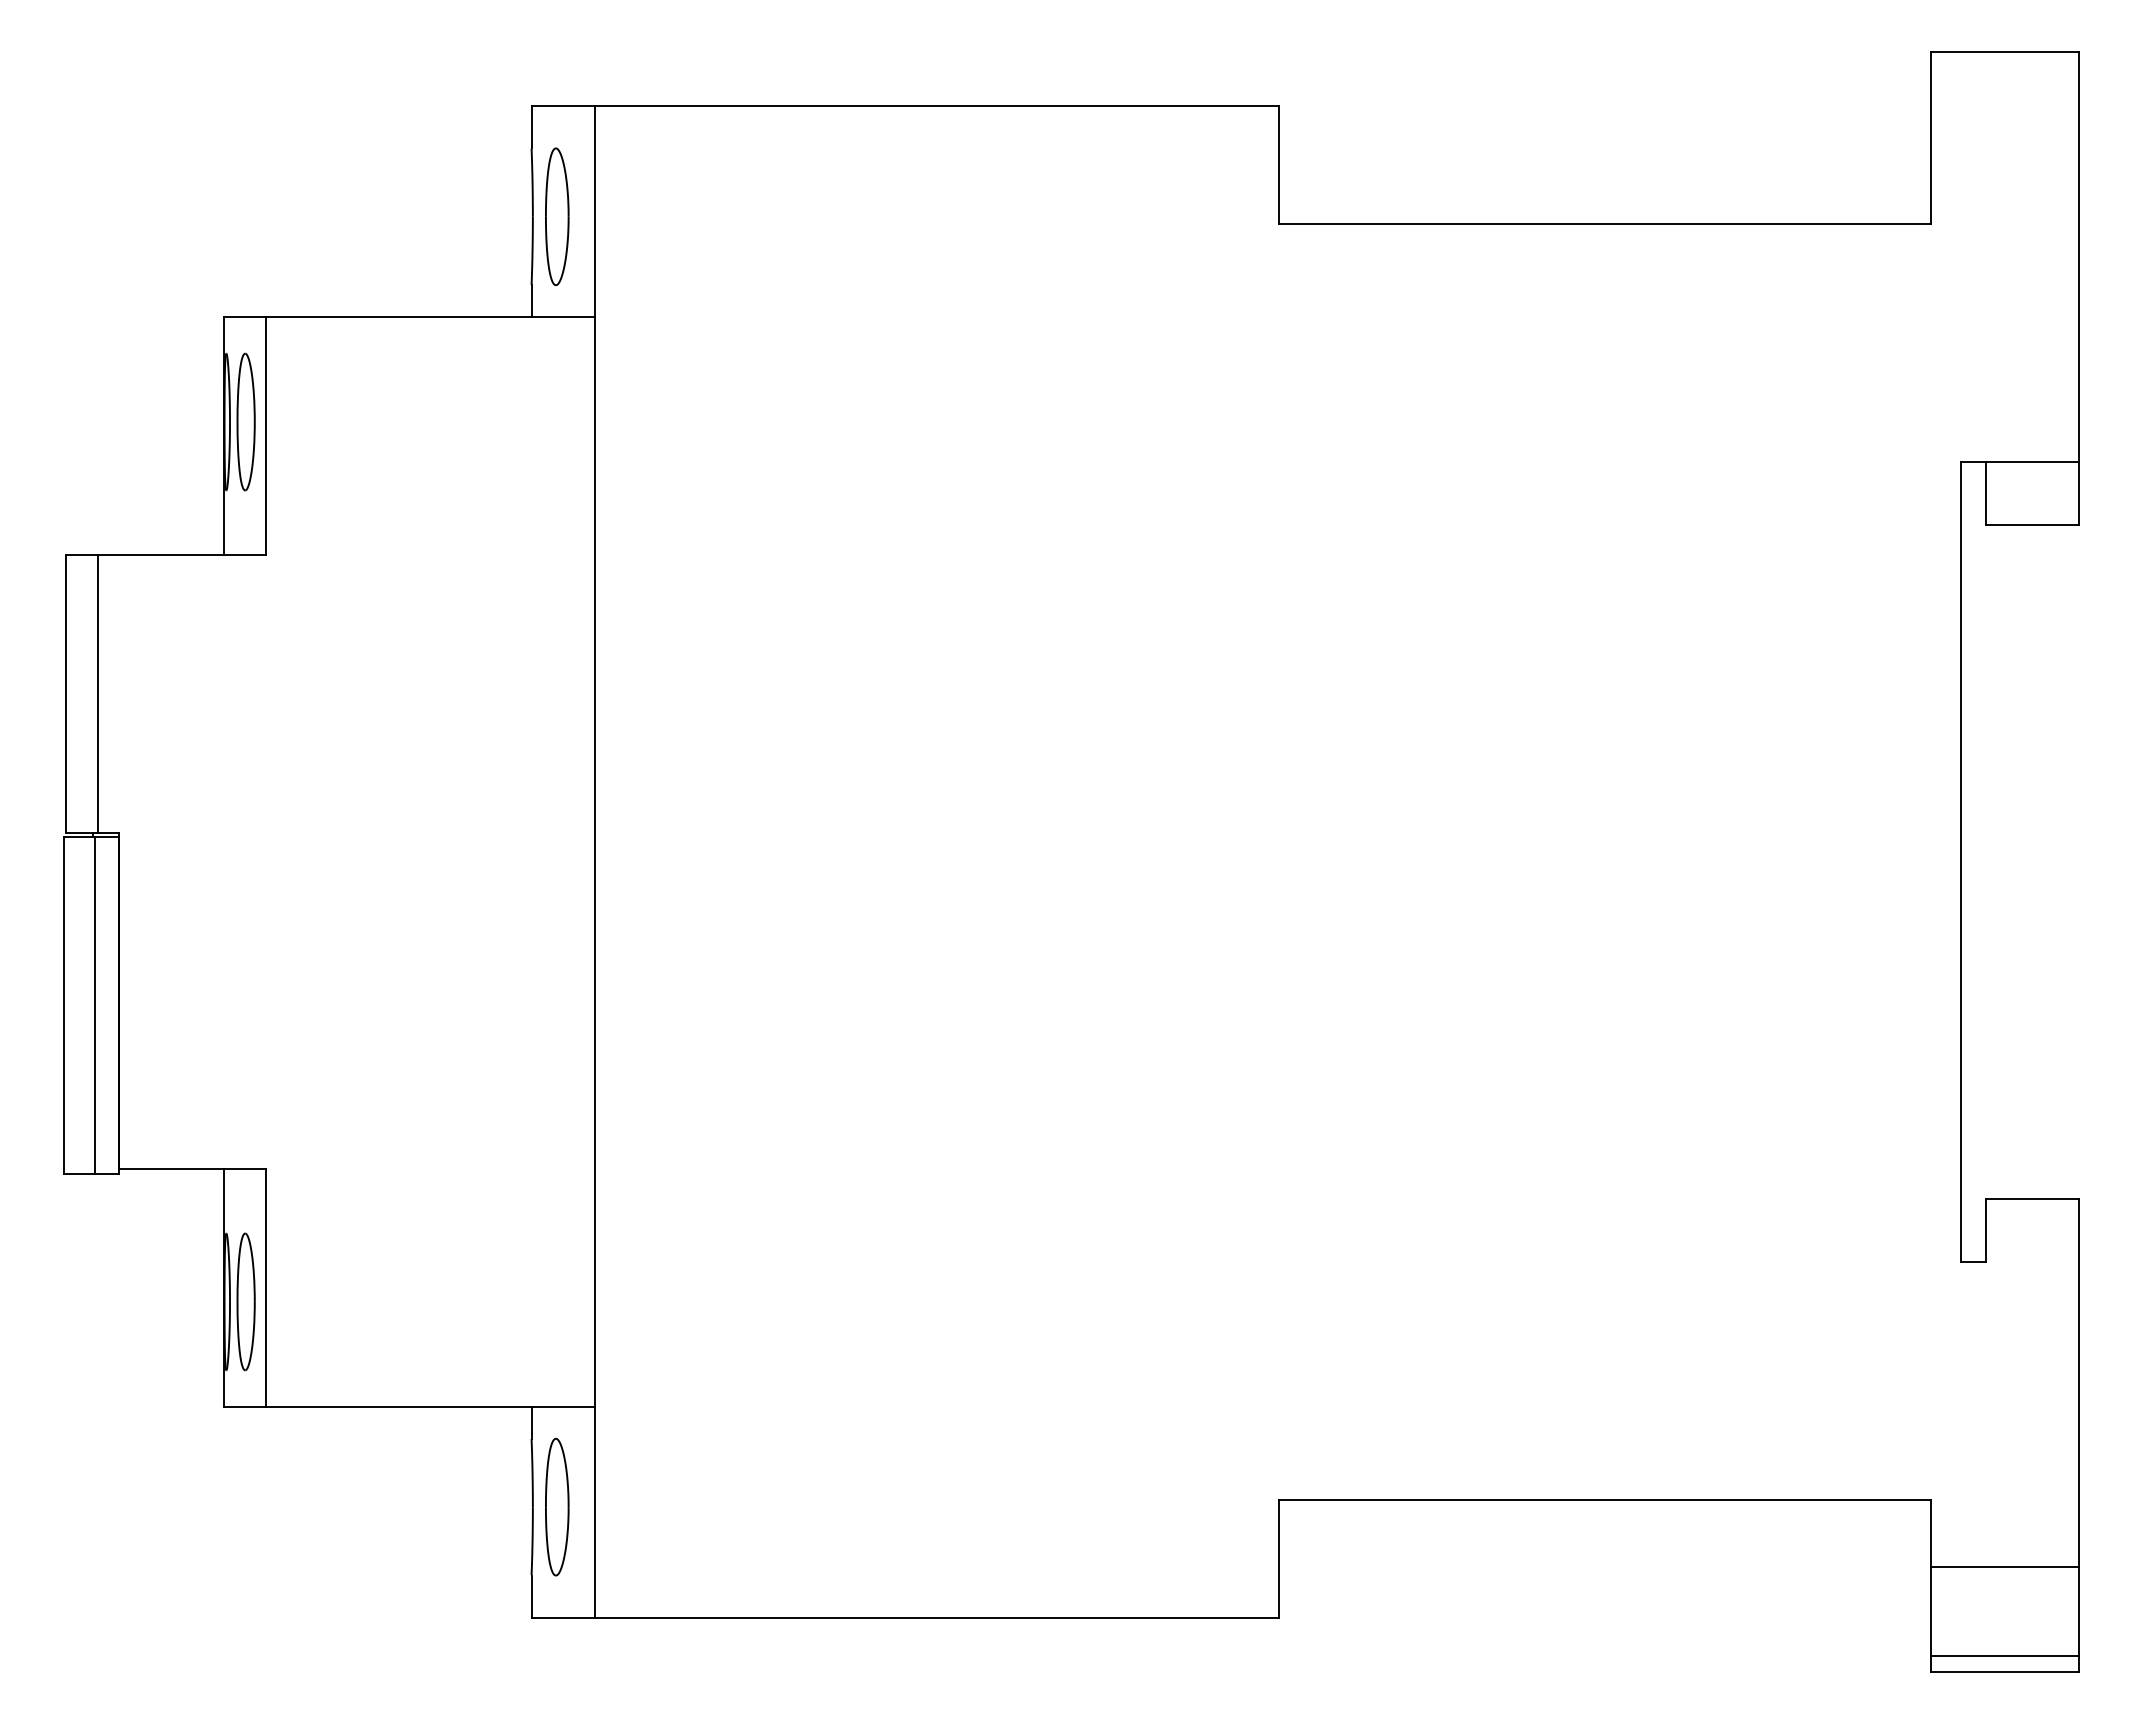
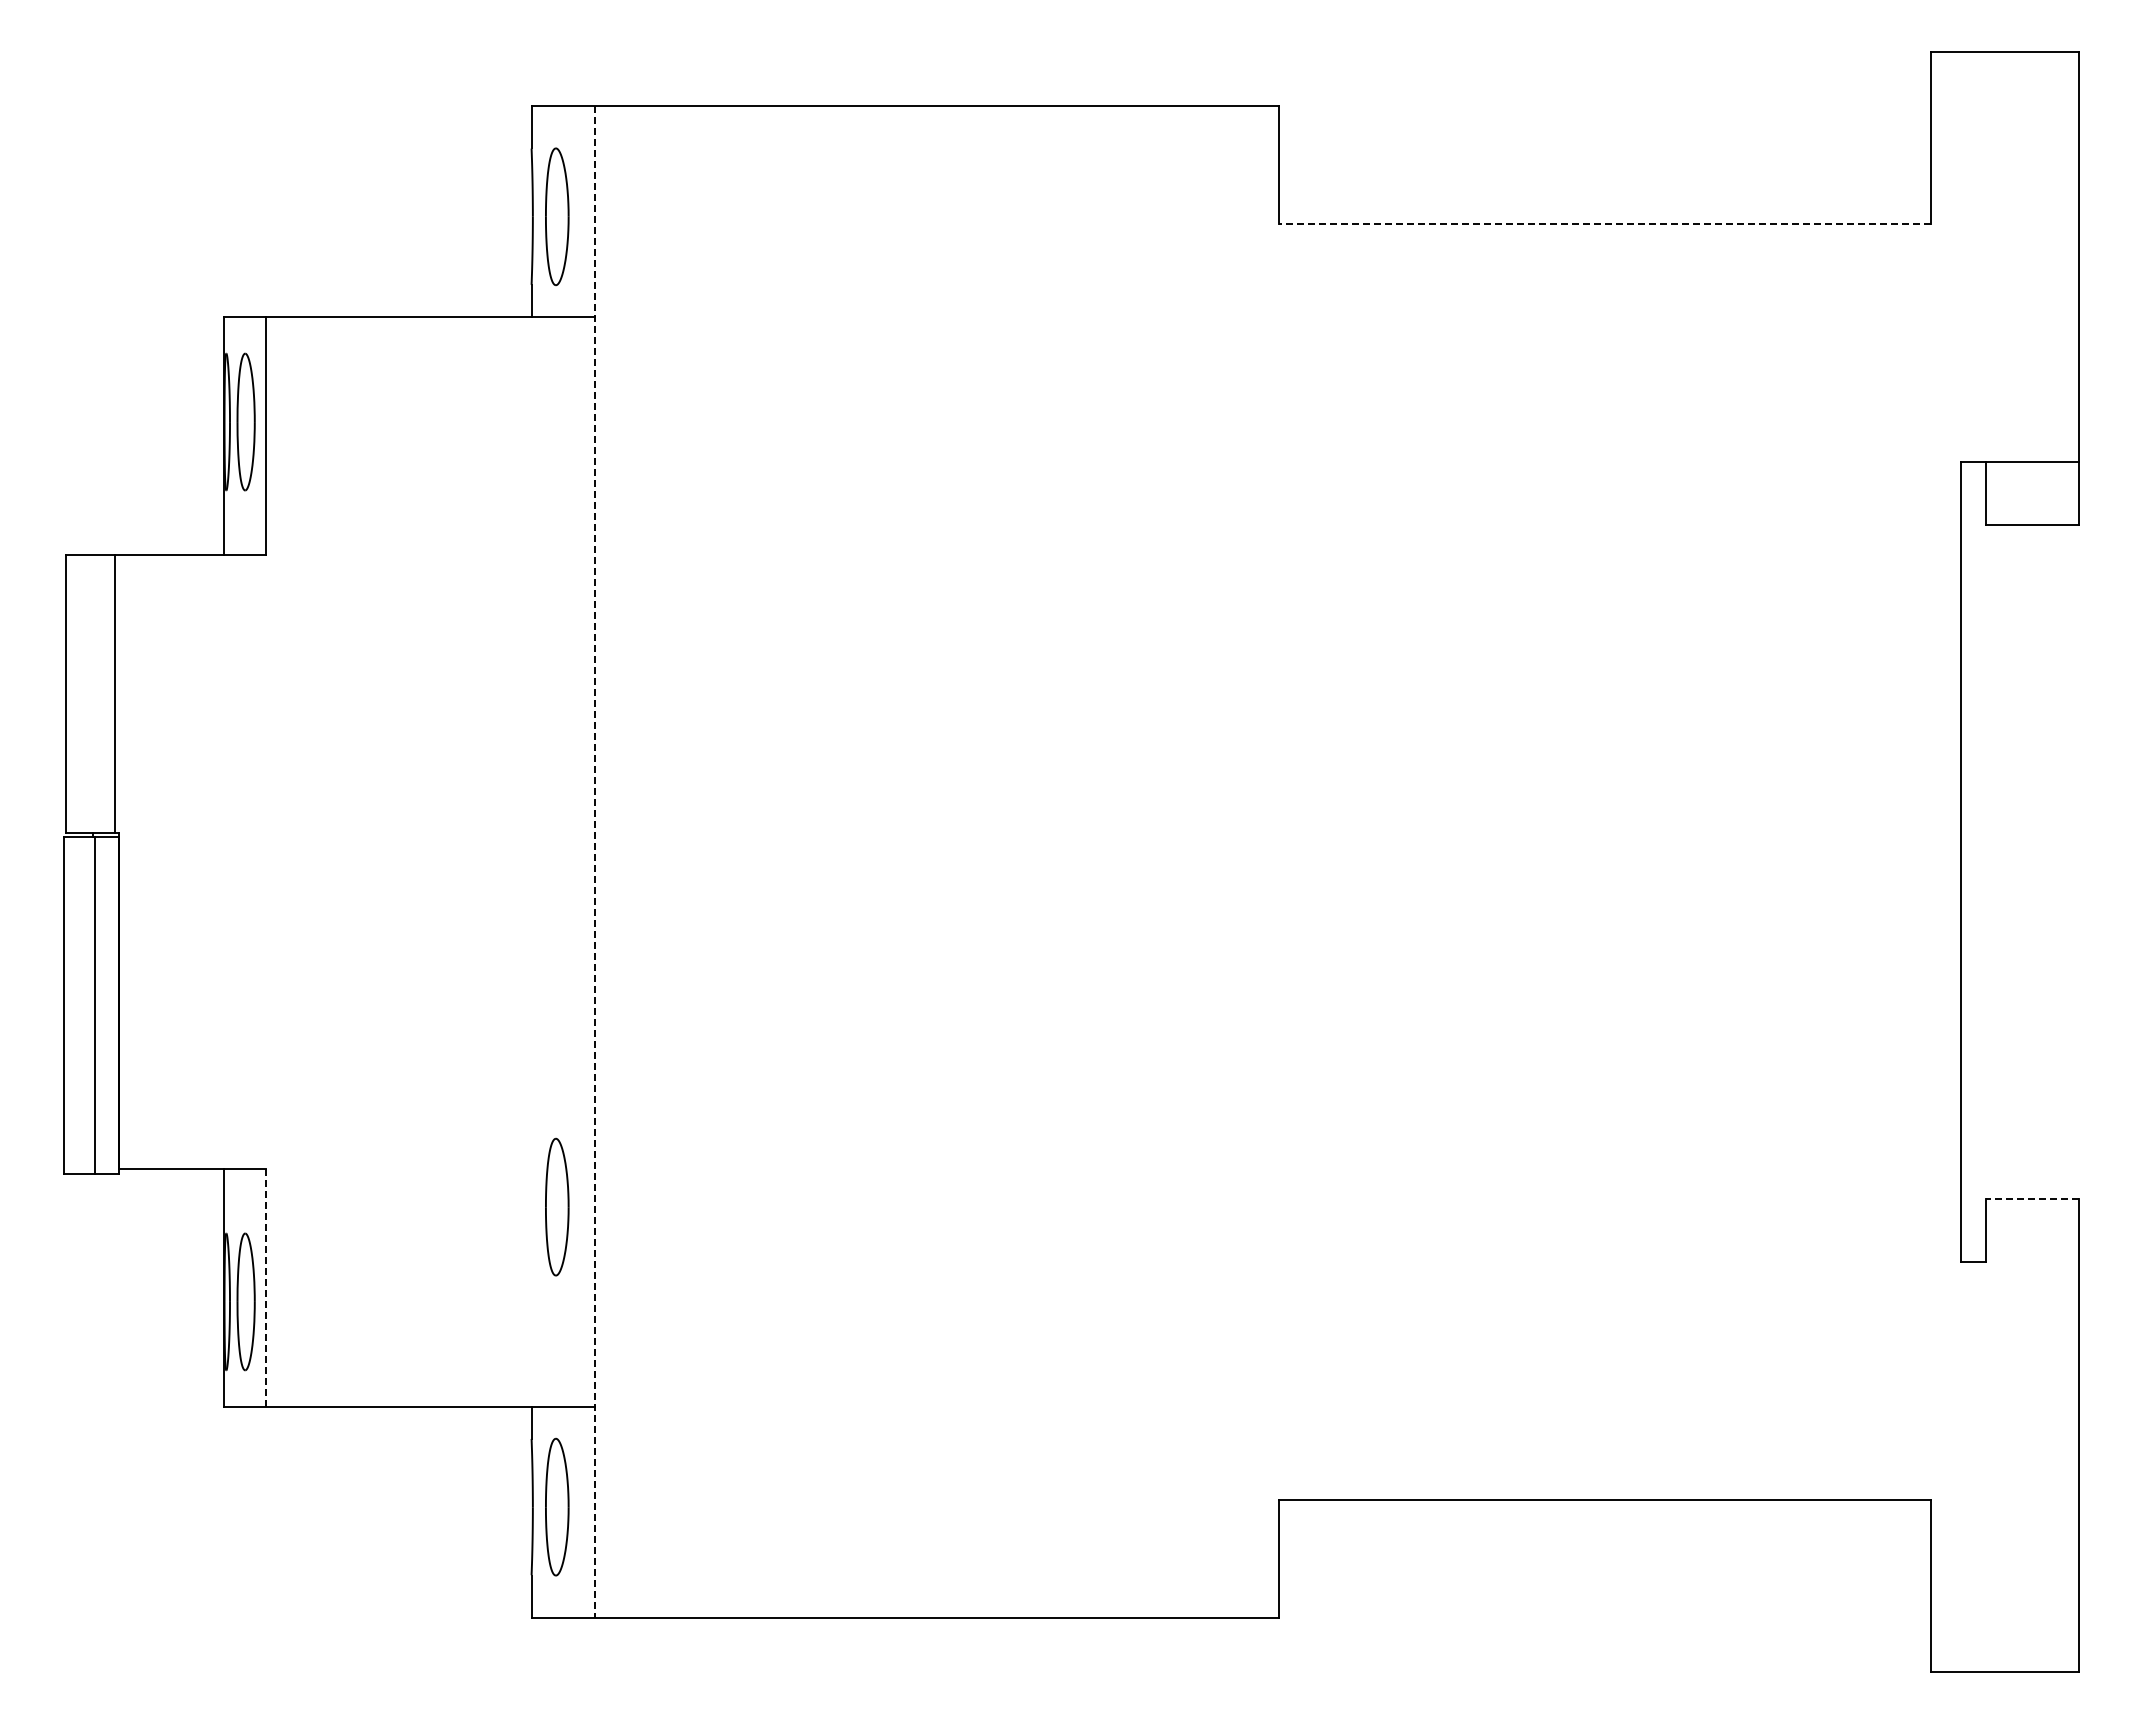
line at (1604, 224): solid -> dashed
line at (97, 693) position: (97, 693) -> (114, 693)
line at (594, 861): solid -> dashed
line at (2031, 1198): solid -> dashed
part at (557, 1206): none -> present
line at (266, 1288): solid -> dashed
line at (2004, 1567): present -> none
line at (2004, 1656): present -> none
